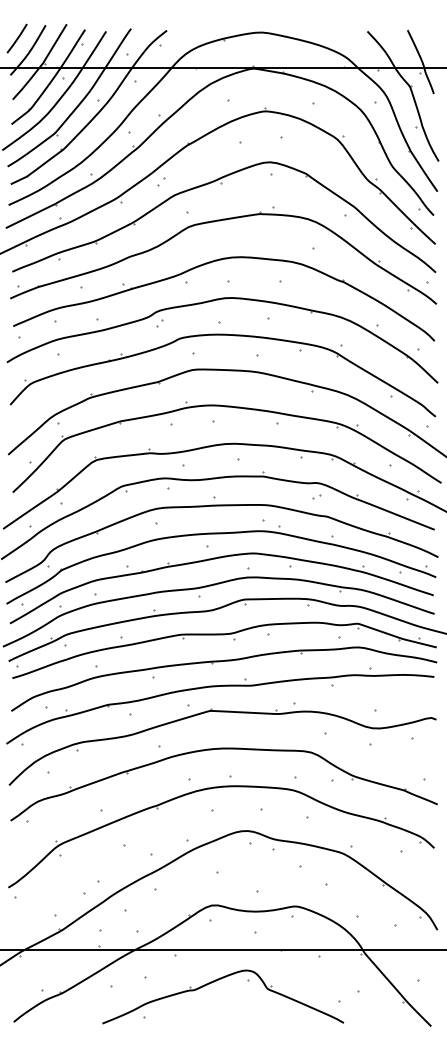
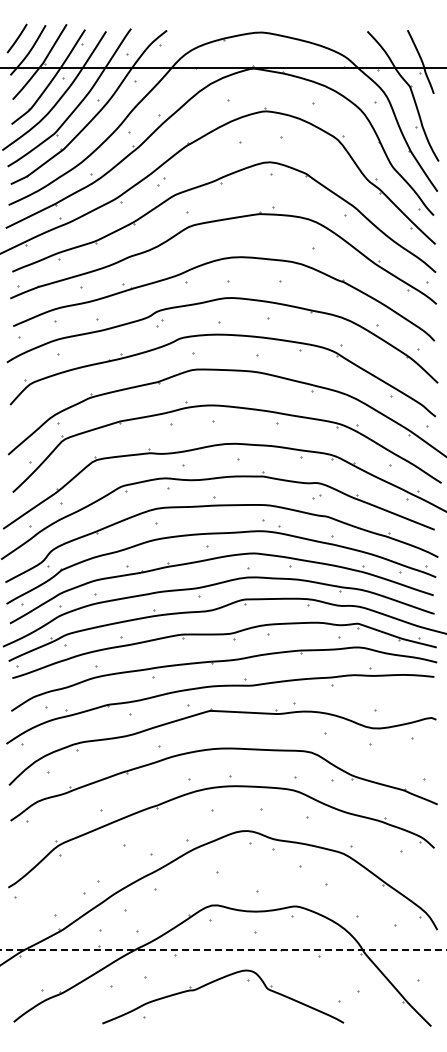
line at (223, 949): solid -> dashed
